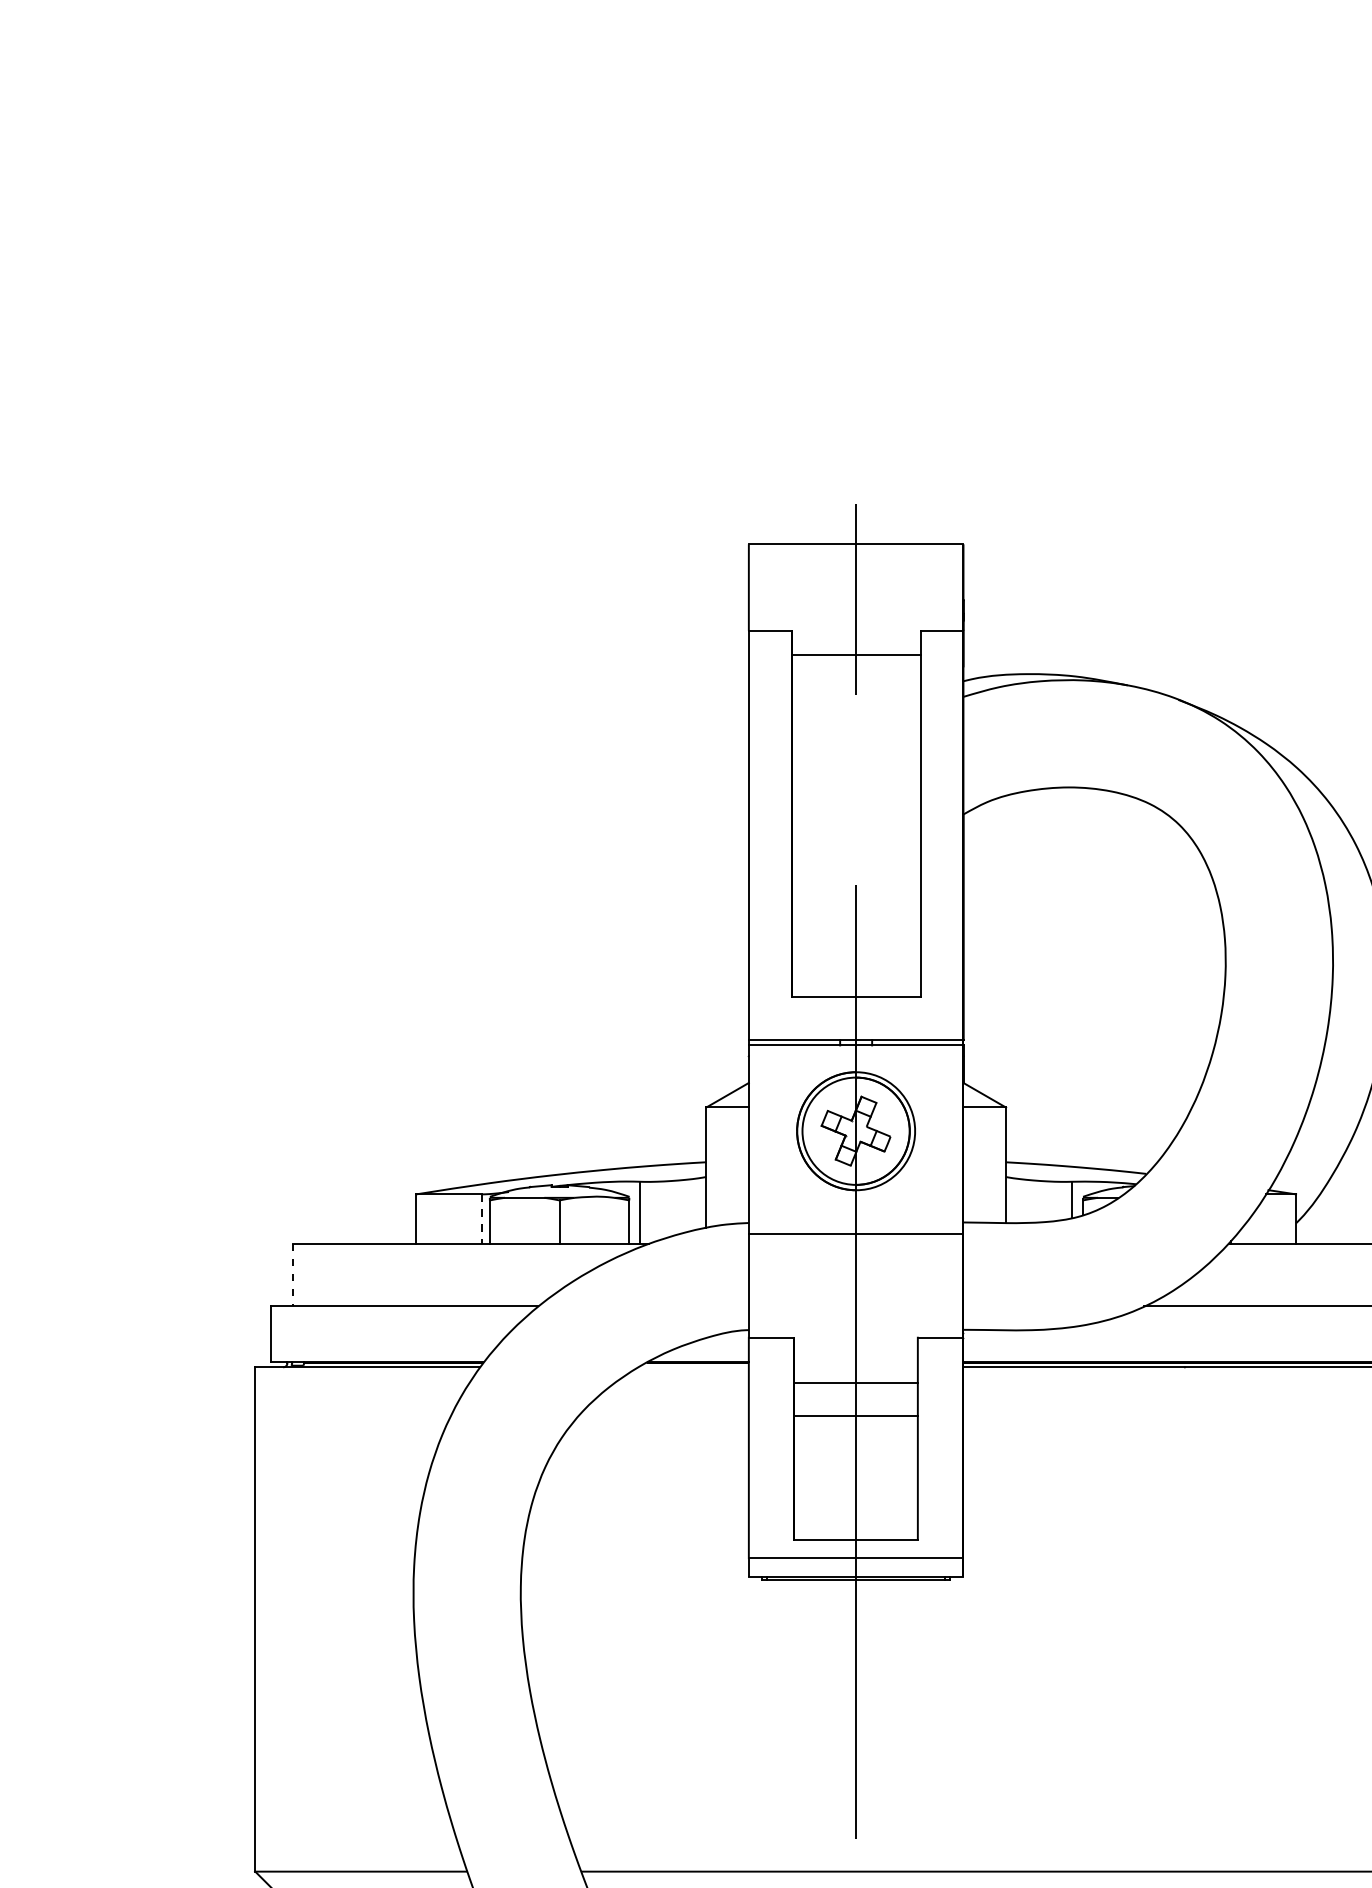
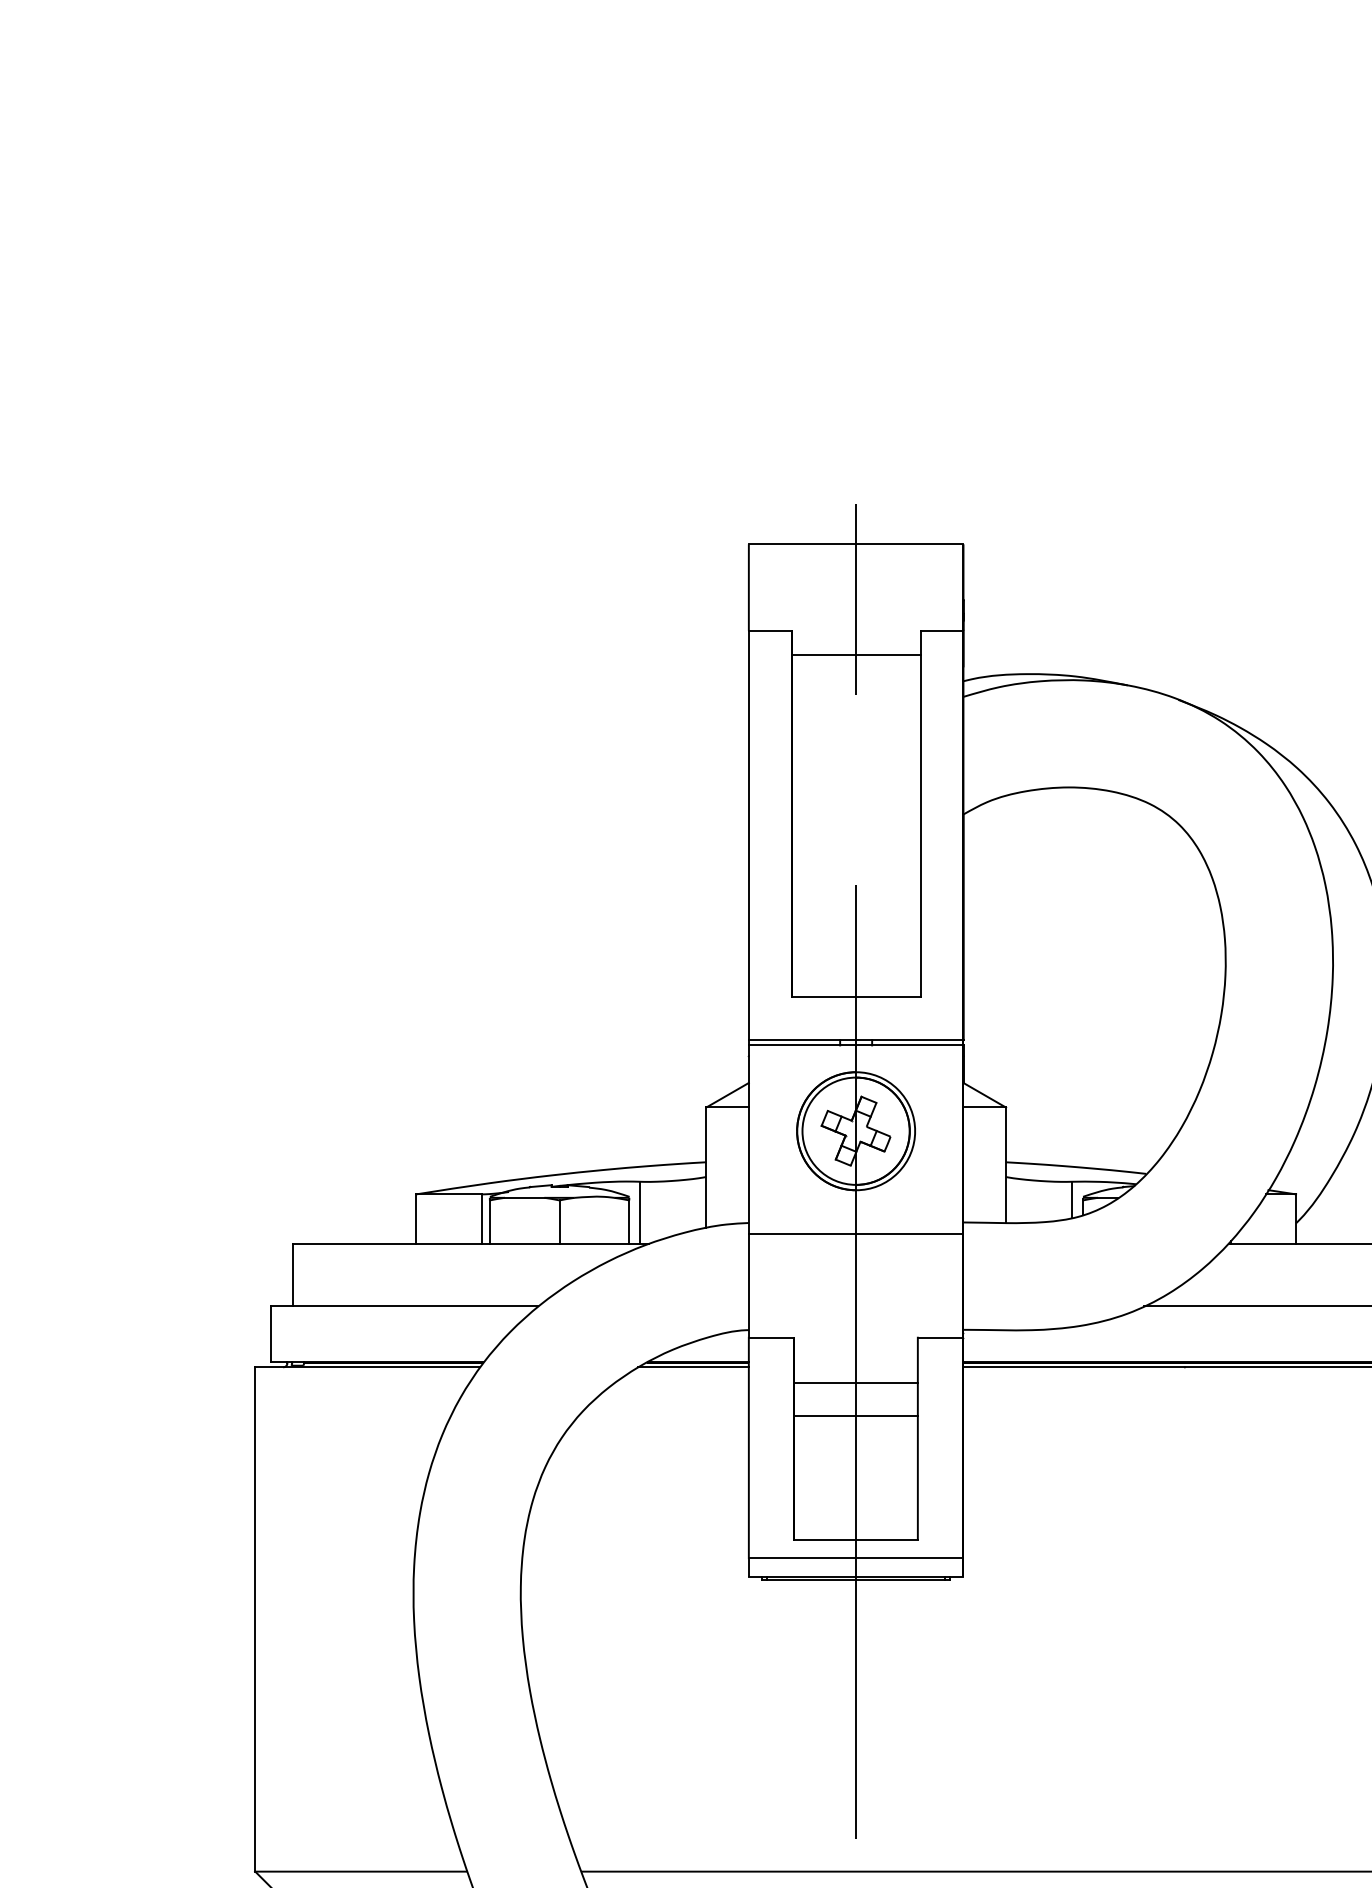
line at (481, 1219): dashed -> solid
line at (292, 1275): dashed -> solid
line at (692, 1367): none -> present
